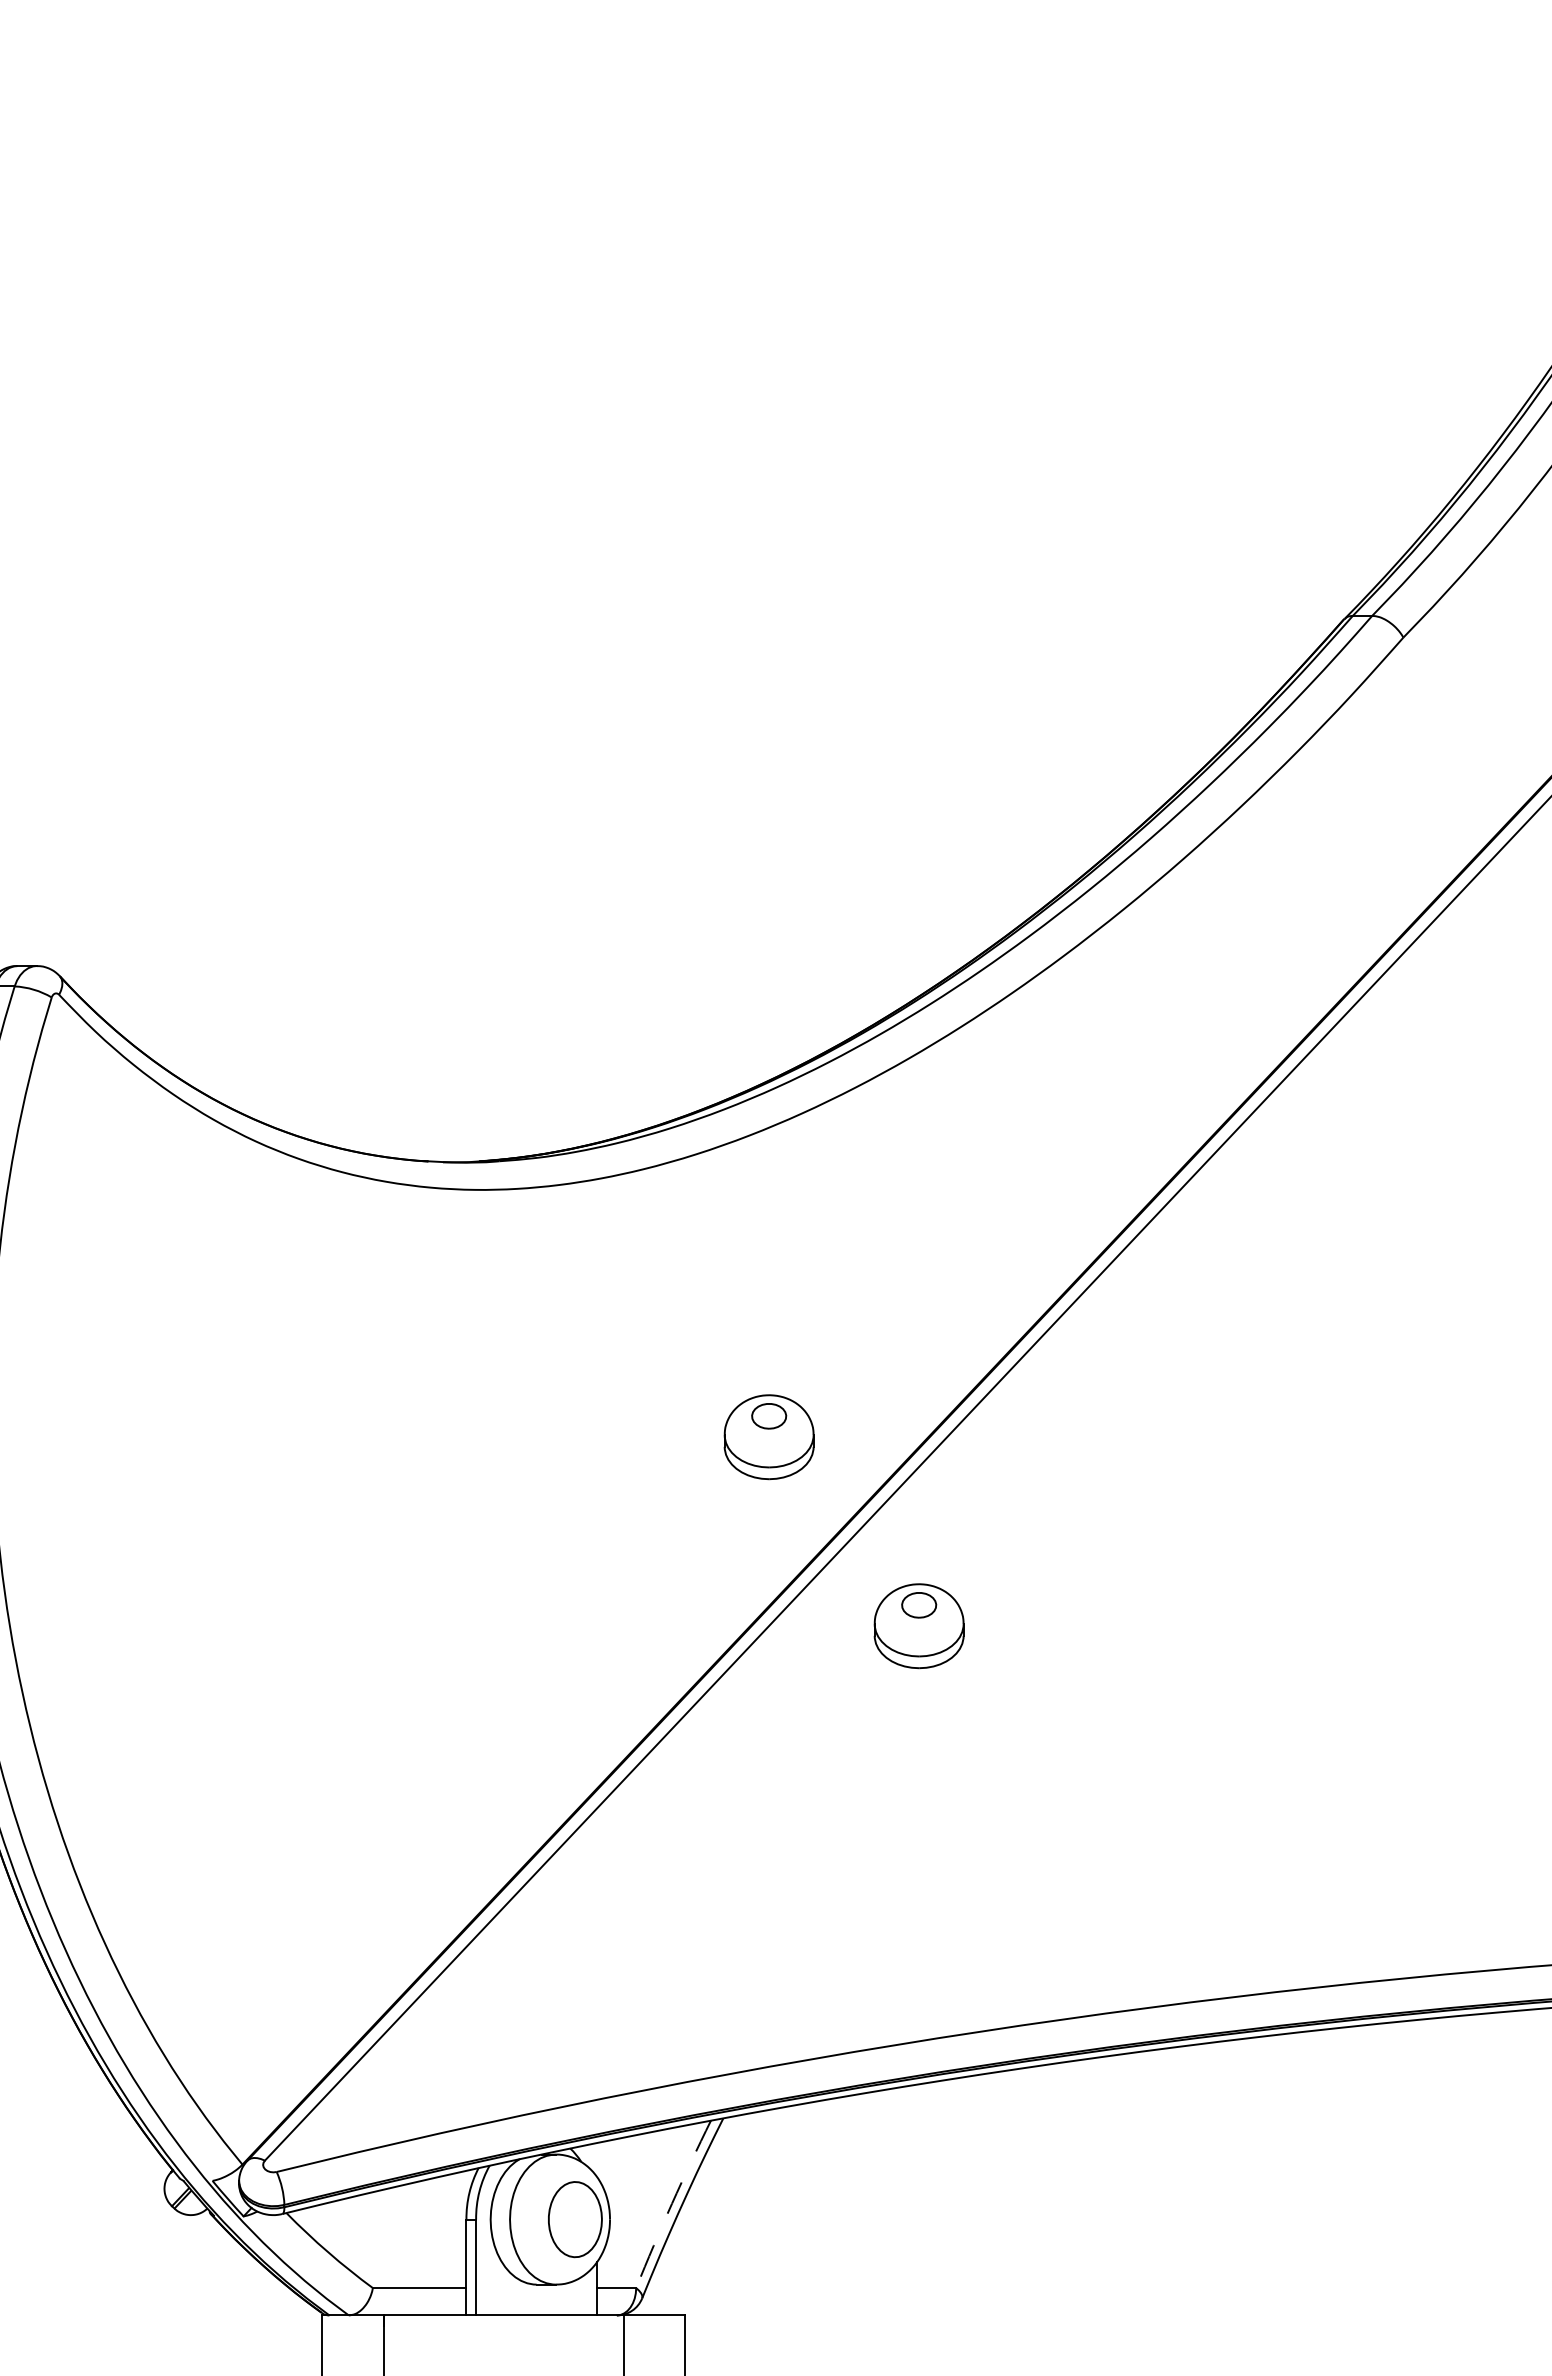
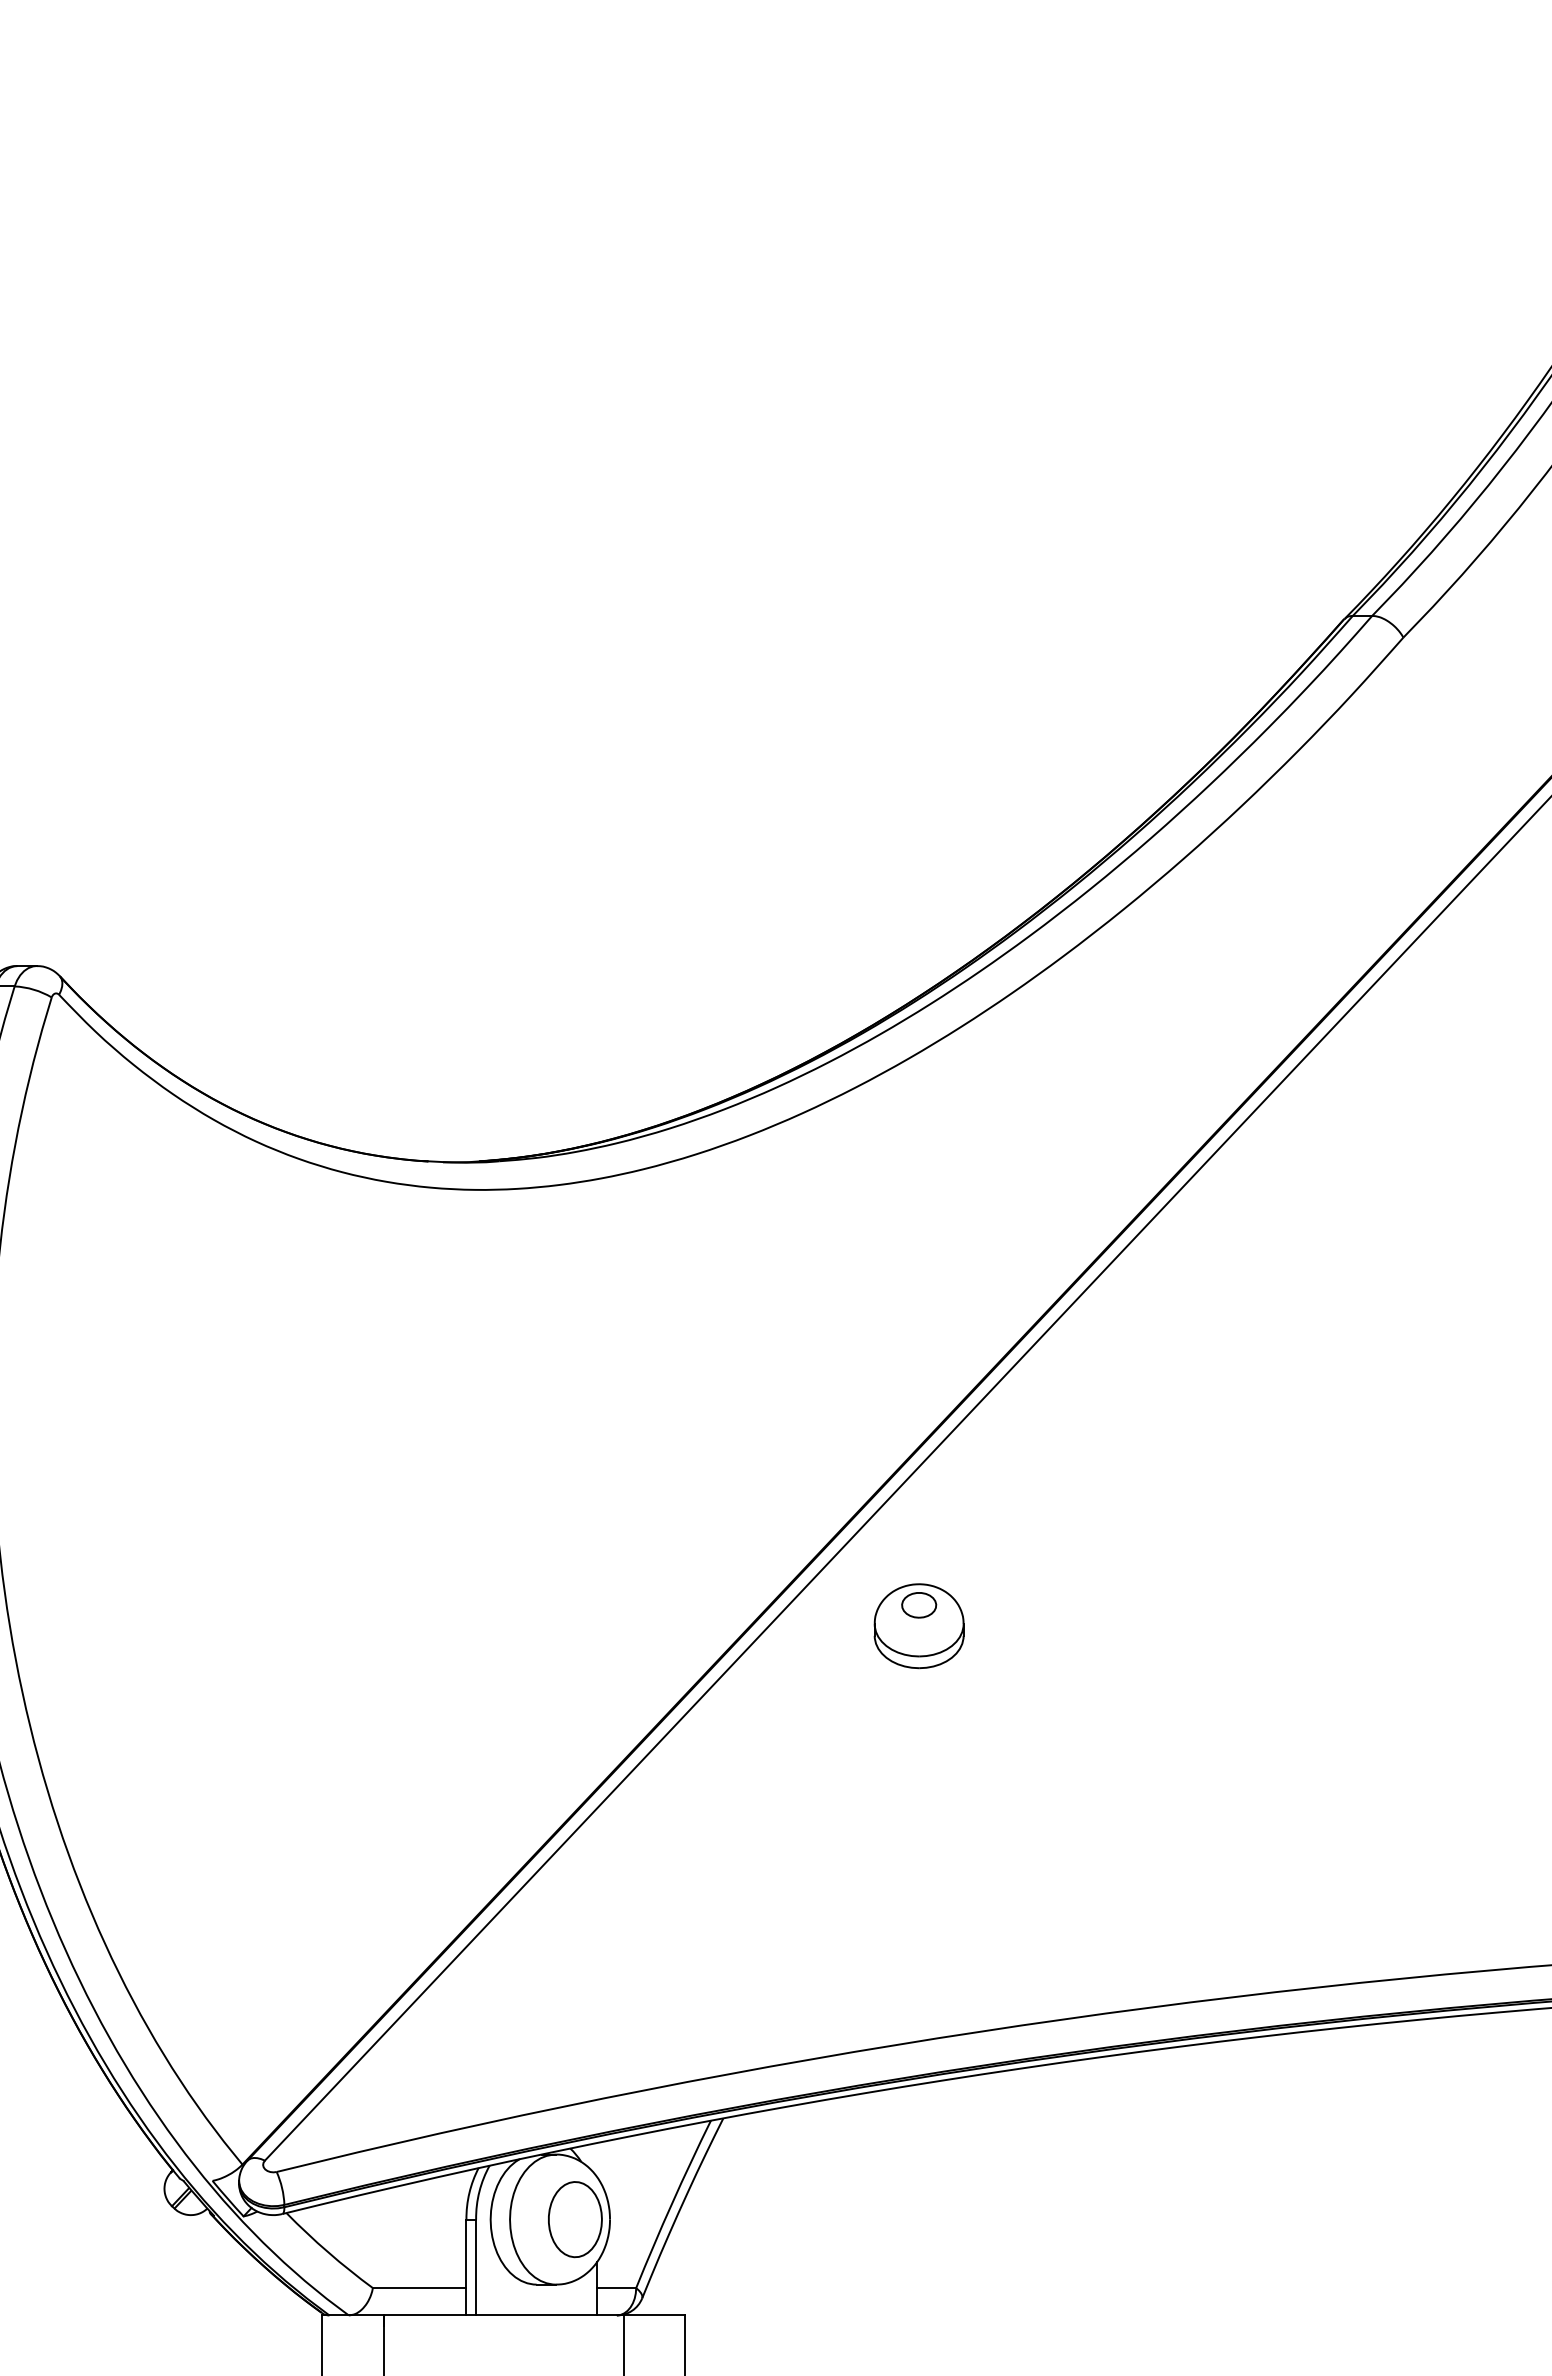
part at (768, 1437): present -> none
arc at (672, 2203): dashed -> solid
